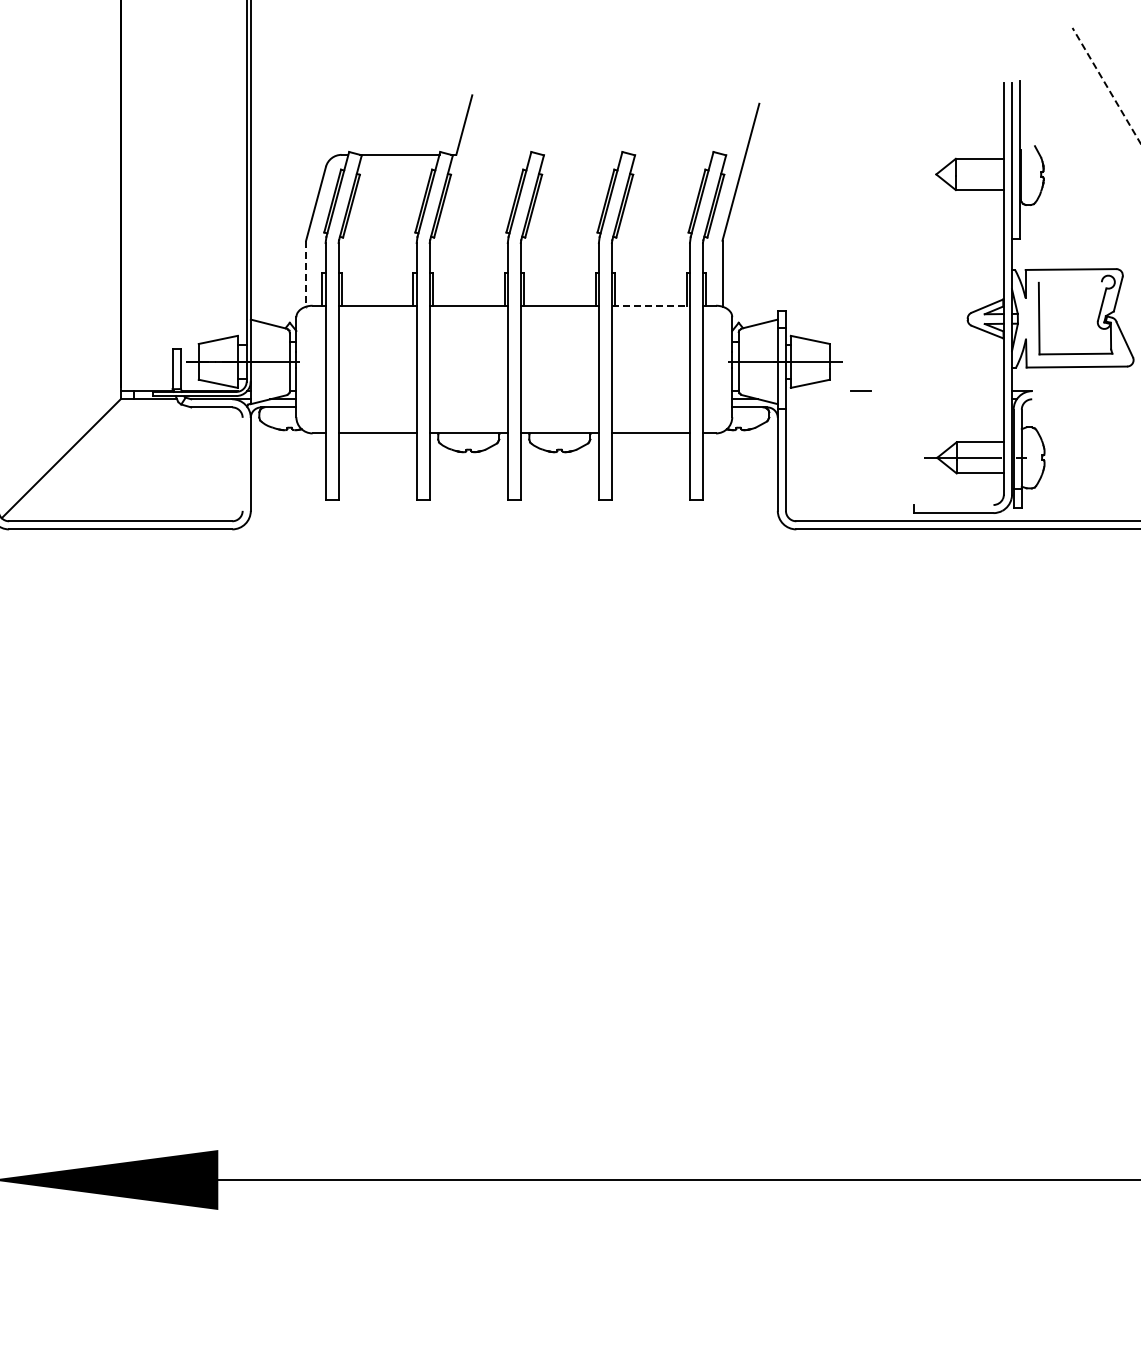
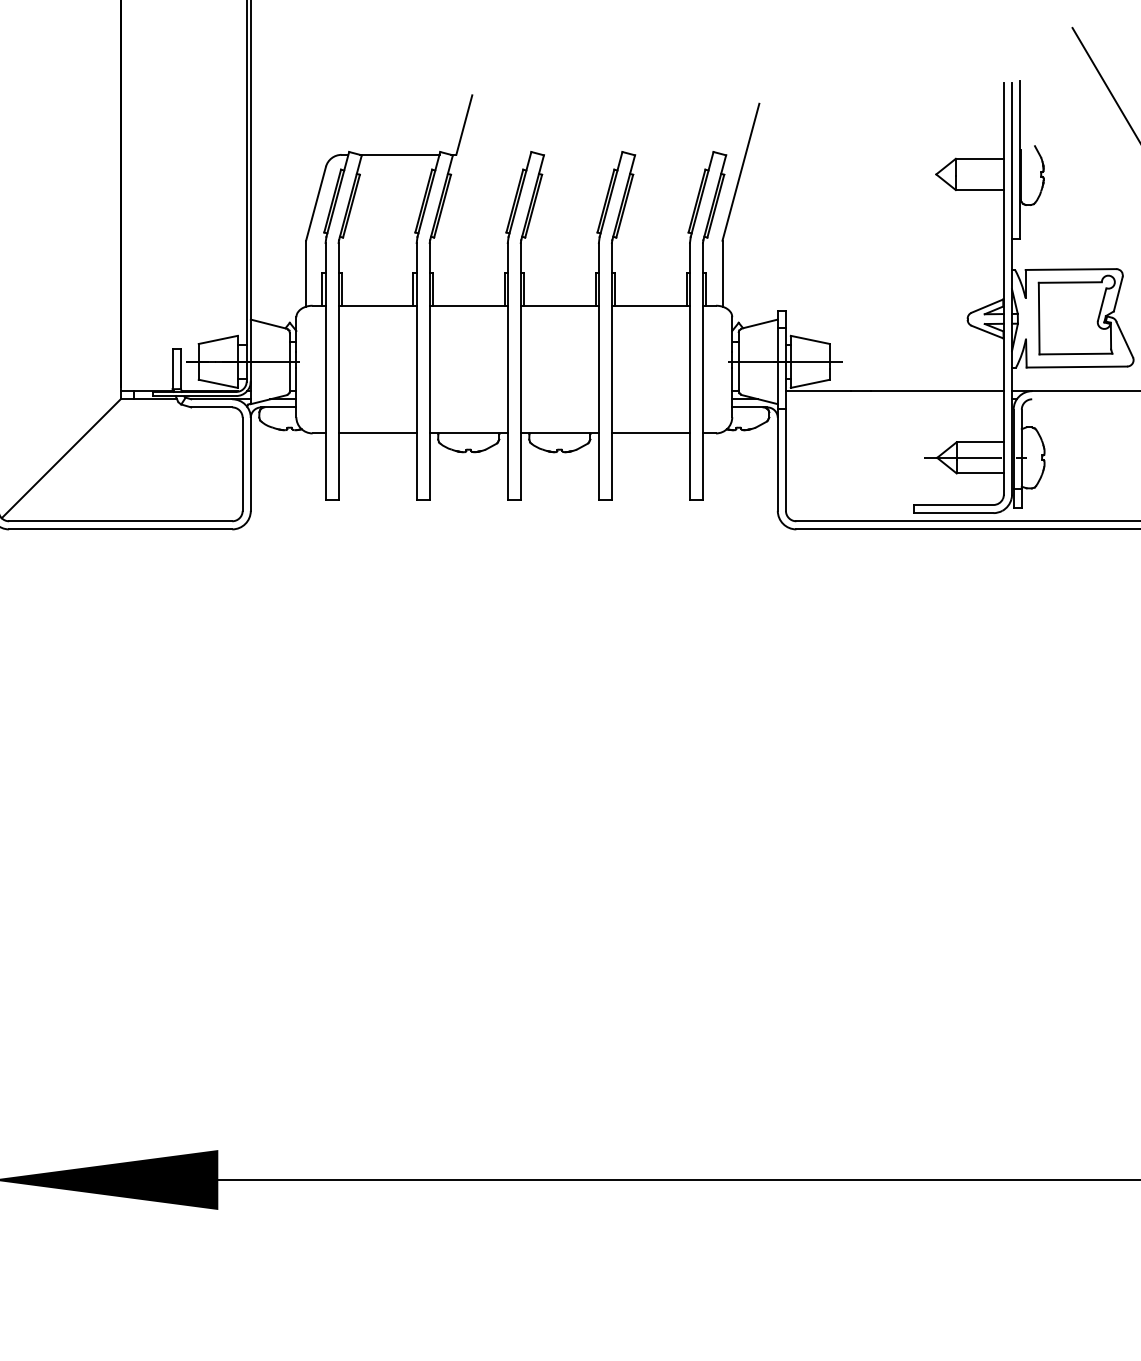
line at (1106, 85): dashed -> solid
line at (306, 274): dashed -> solid
line at (1069, 282): none -> present
line at (651, 305): dashed -> solid
line at (818, 391): none -> present
line at (936, 391): none -> present
line at (1084, 391): none -> present
line at (242, 463): none -> present
line at (953, 505): none -> present
